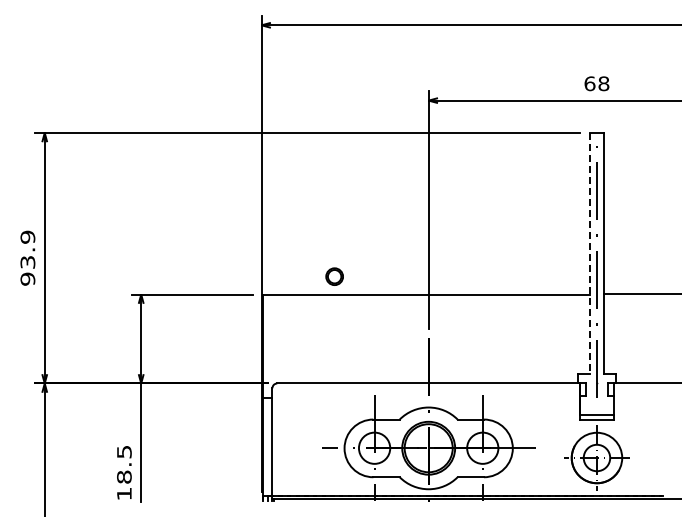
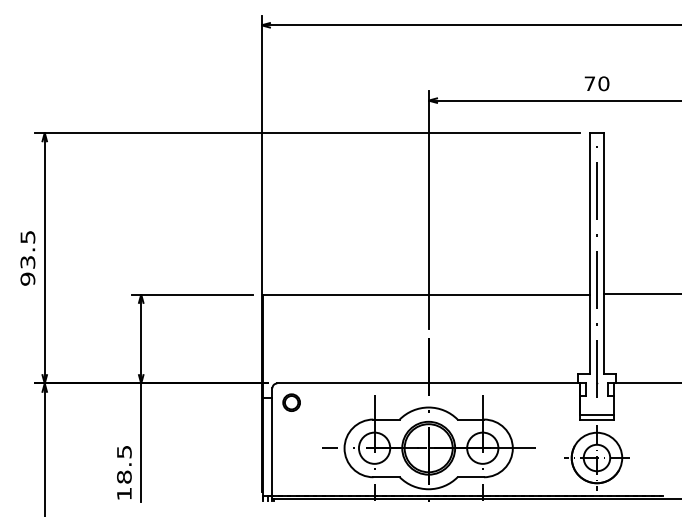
text at (596, 83): 68 -> 70
text at (27, 236): 93.9 -> 93.5
line at (589, 253): dashed -> solid
part at (334, 276) position: (334, 276) -> (291, 402)
